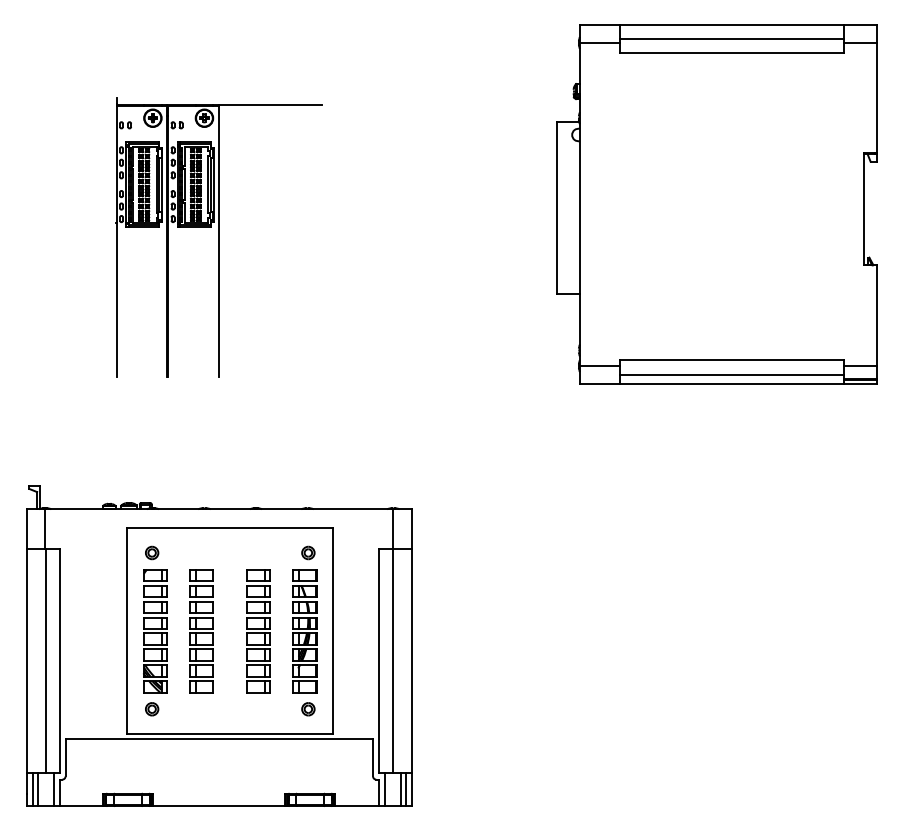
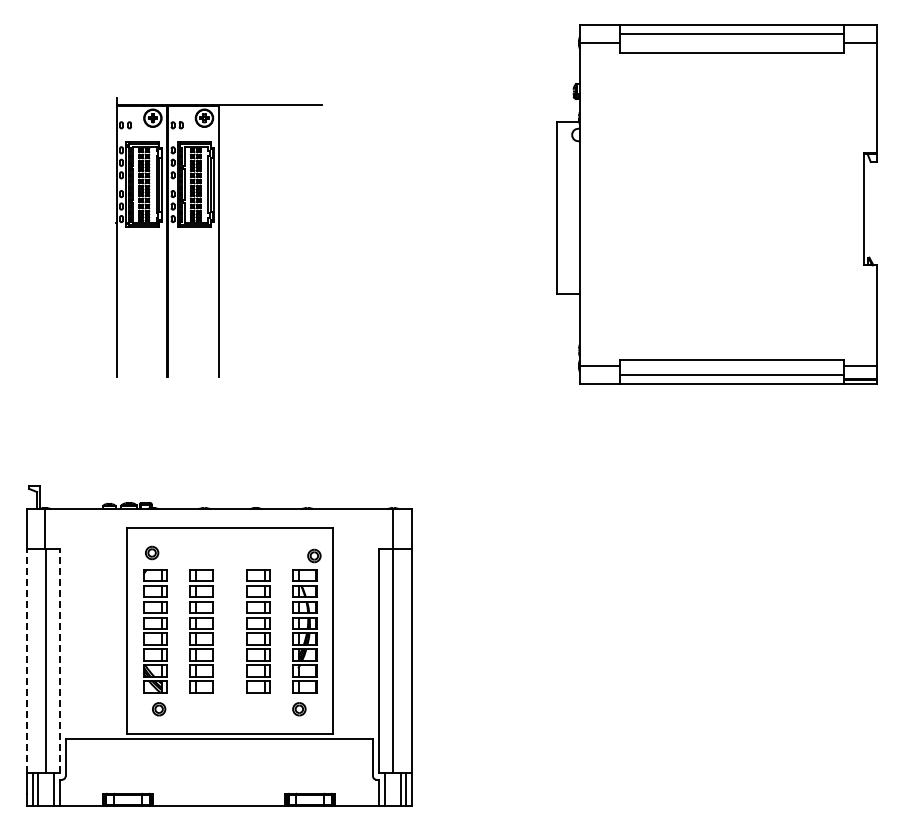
line at (731, 38) position: (731, 38) -> (731, 33)
part at (308, 552) position: (308, 552) -> (314, 555)
line at (27, 660): solid -> dashed
line at (59, 660): solid -> dashed
part at (152, 709) position: (152, 709) -> (159, 709)
part at (308, 709) position: (308, 709) -> (299, 709)
